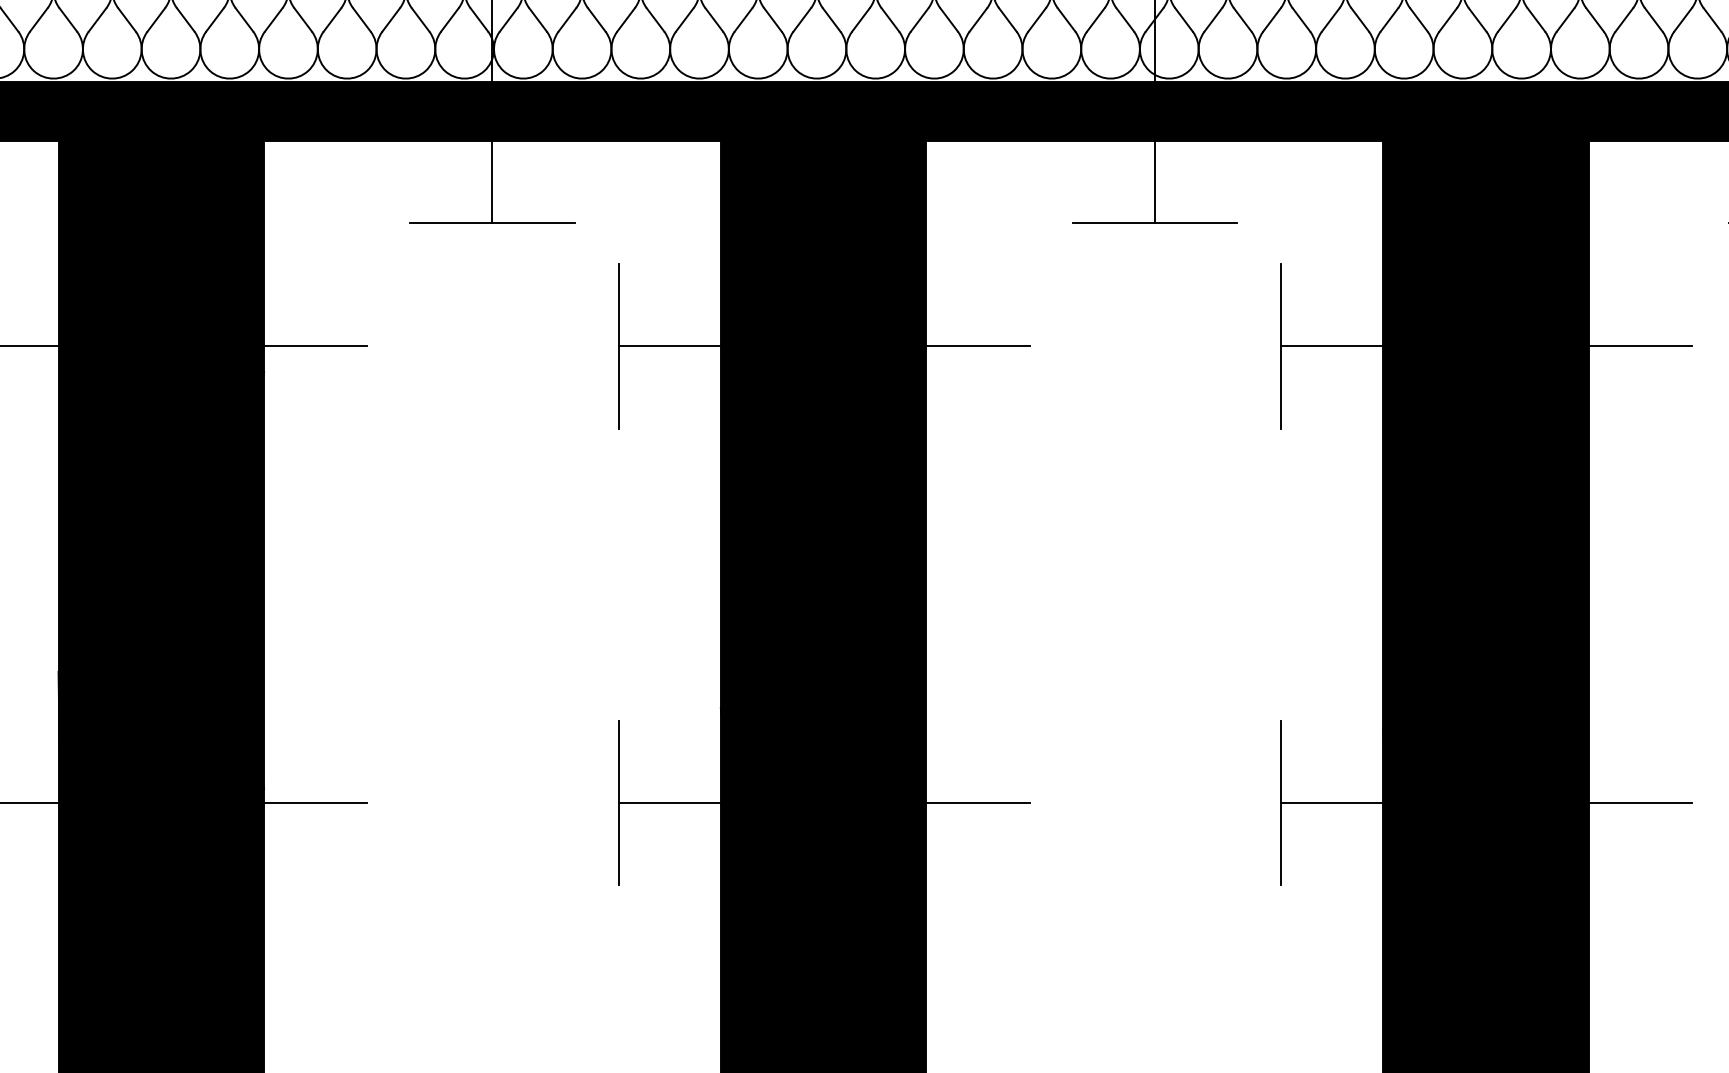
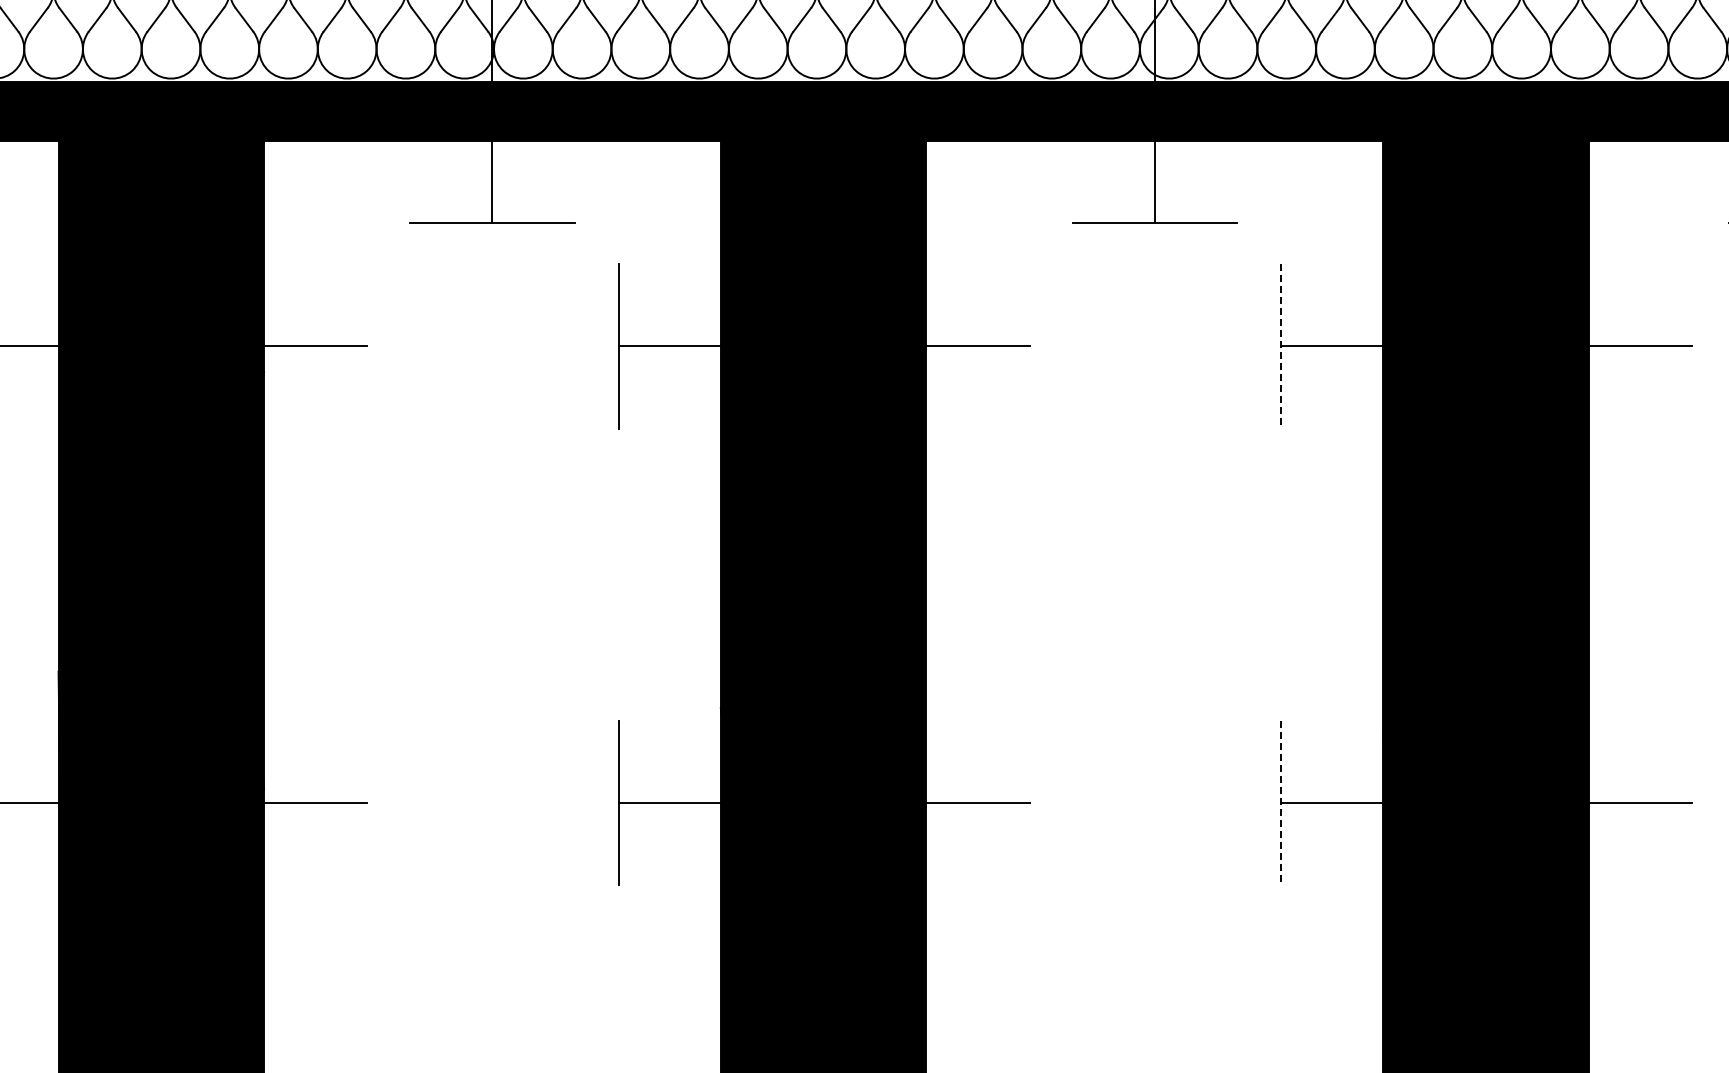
line at (1280, 346): solid -> dashed
line at (1280, 803): solid -> dashed
